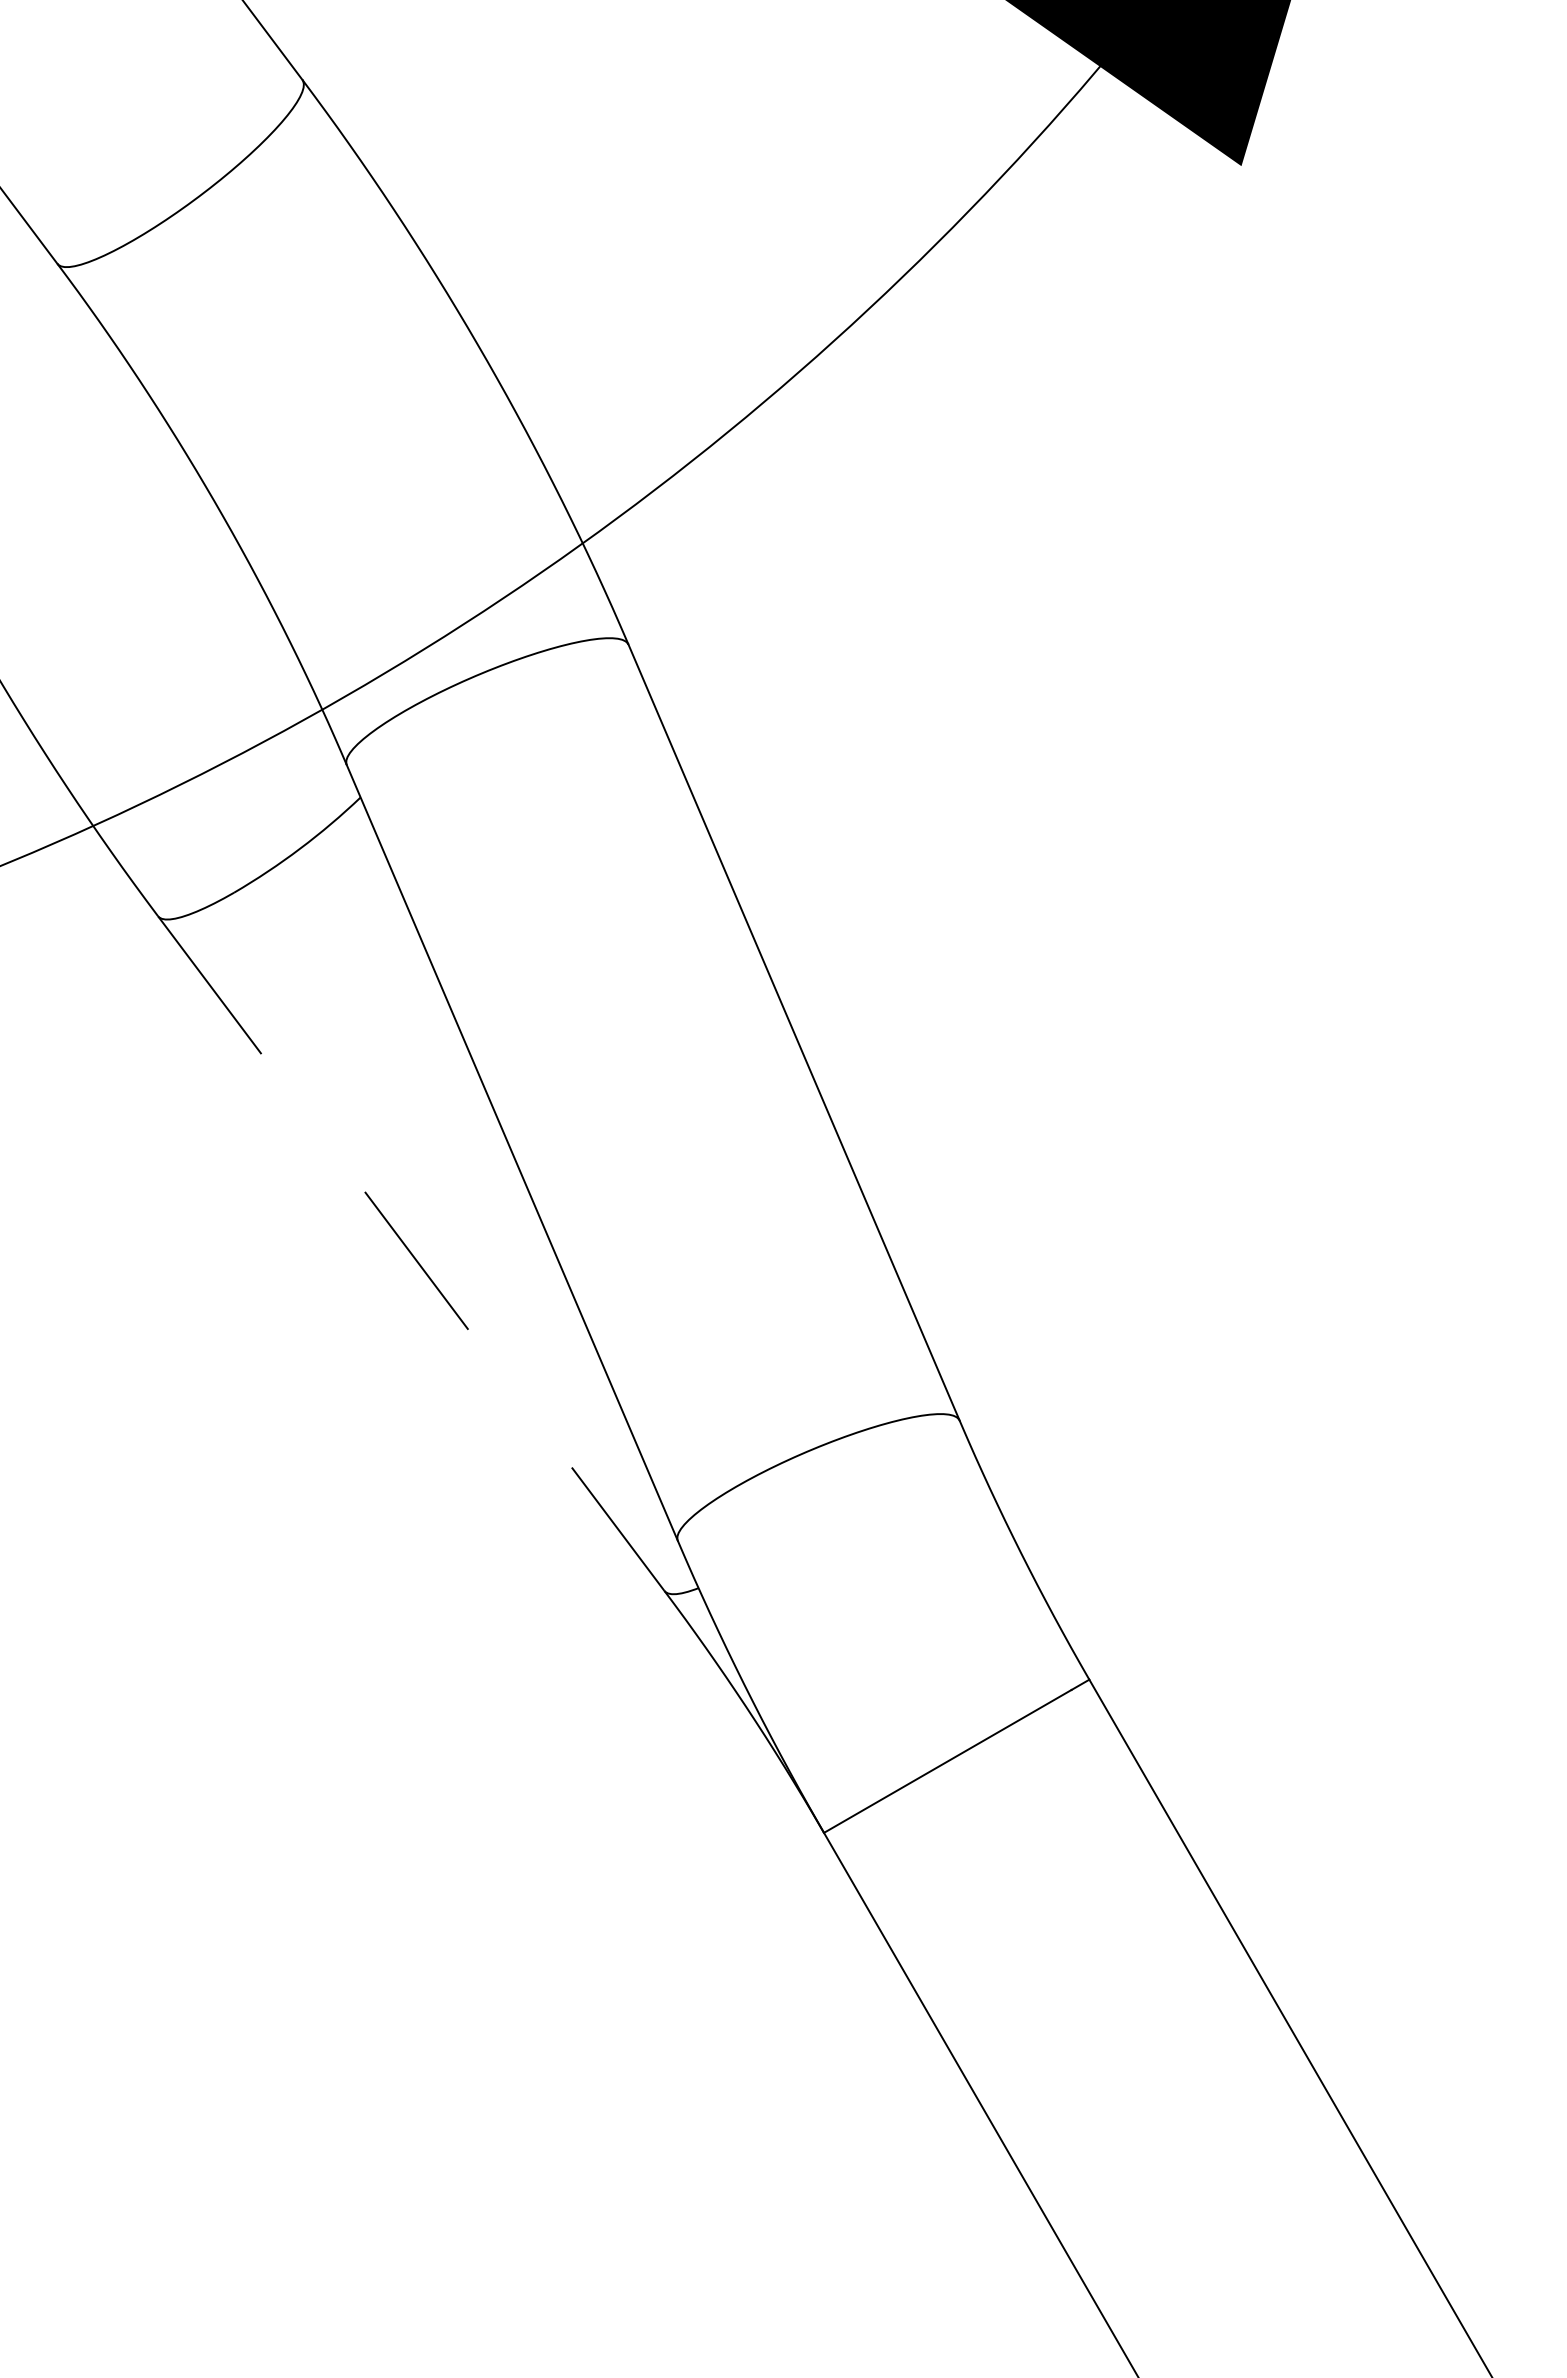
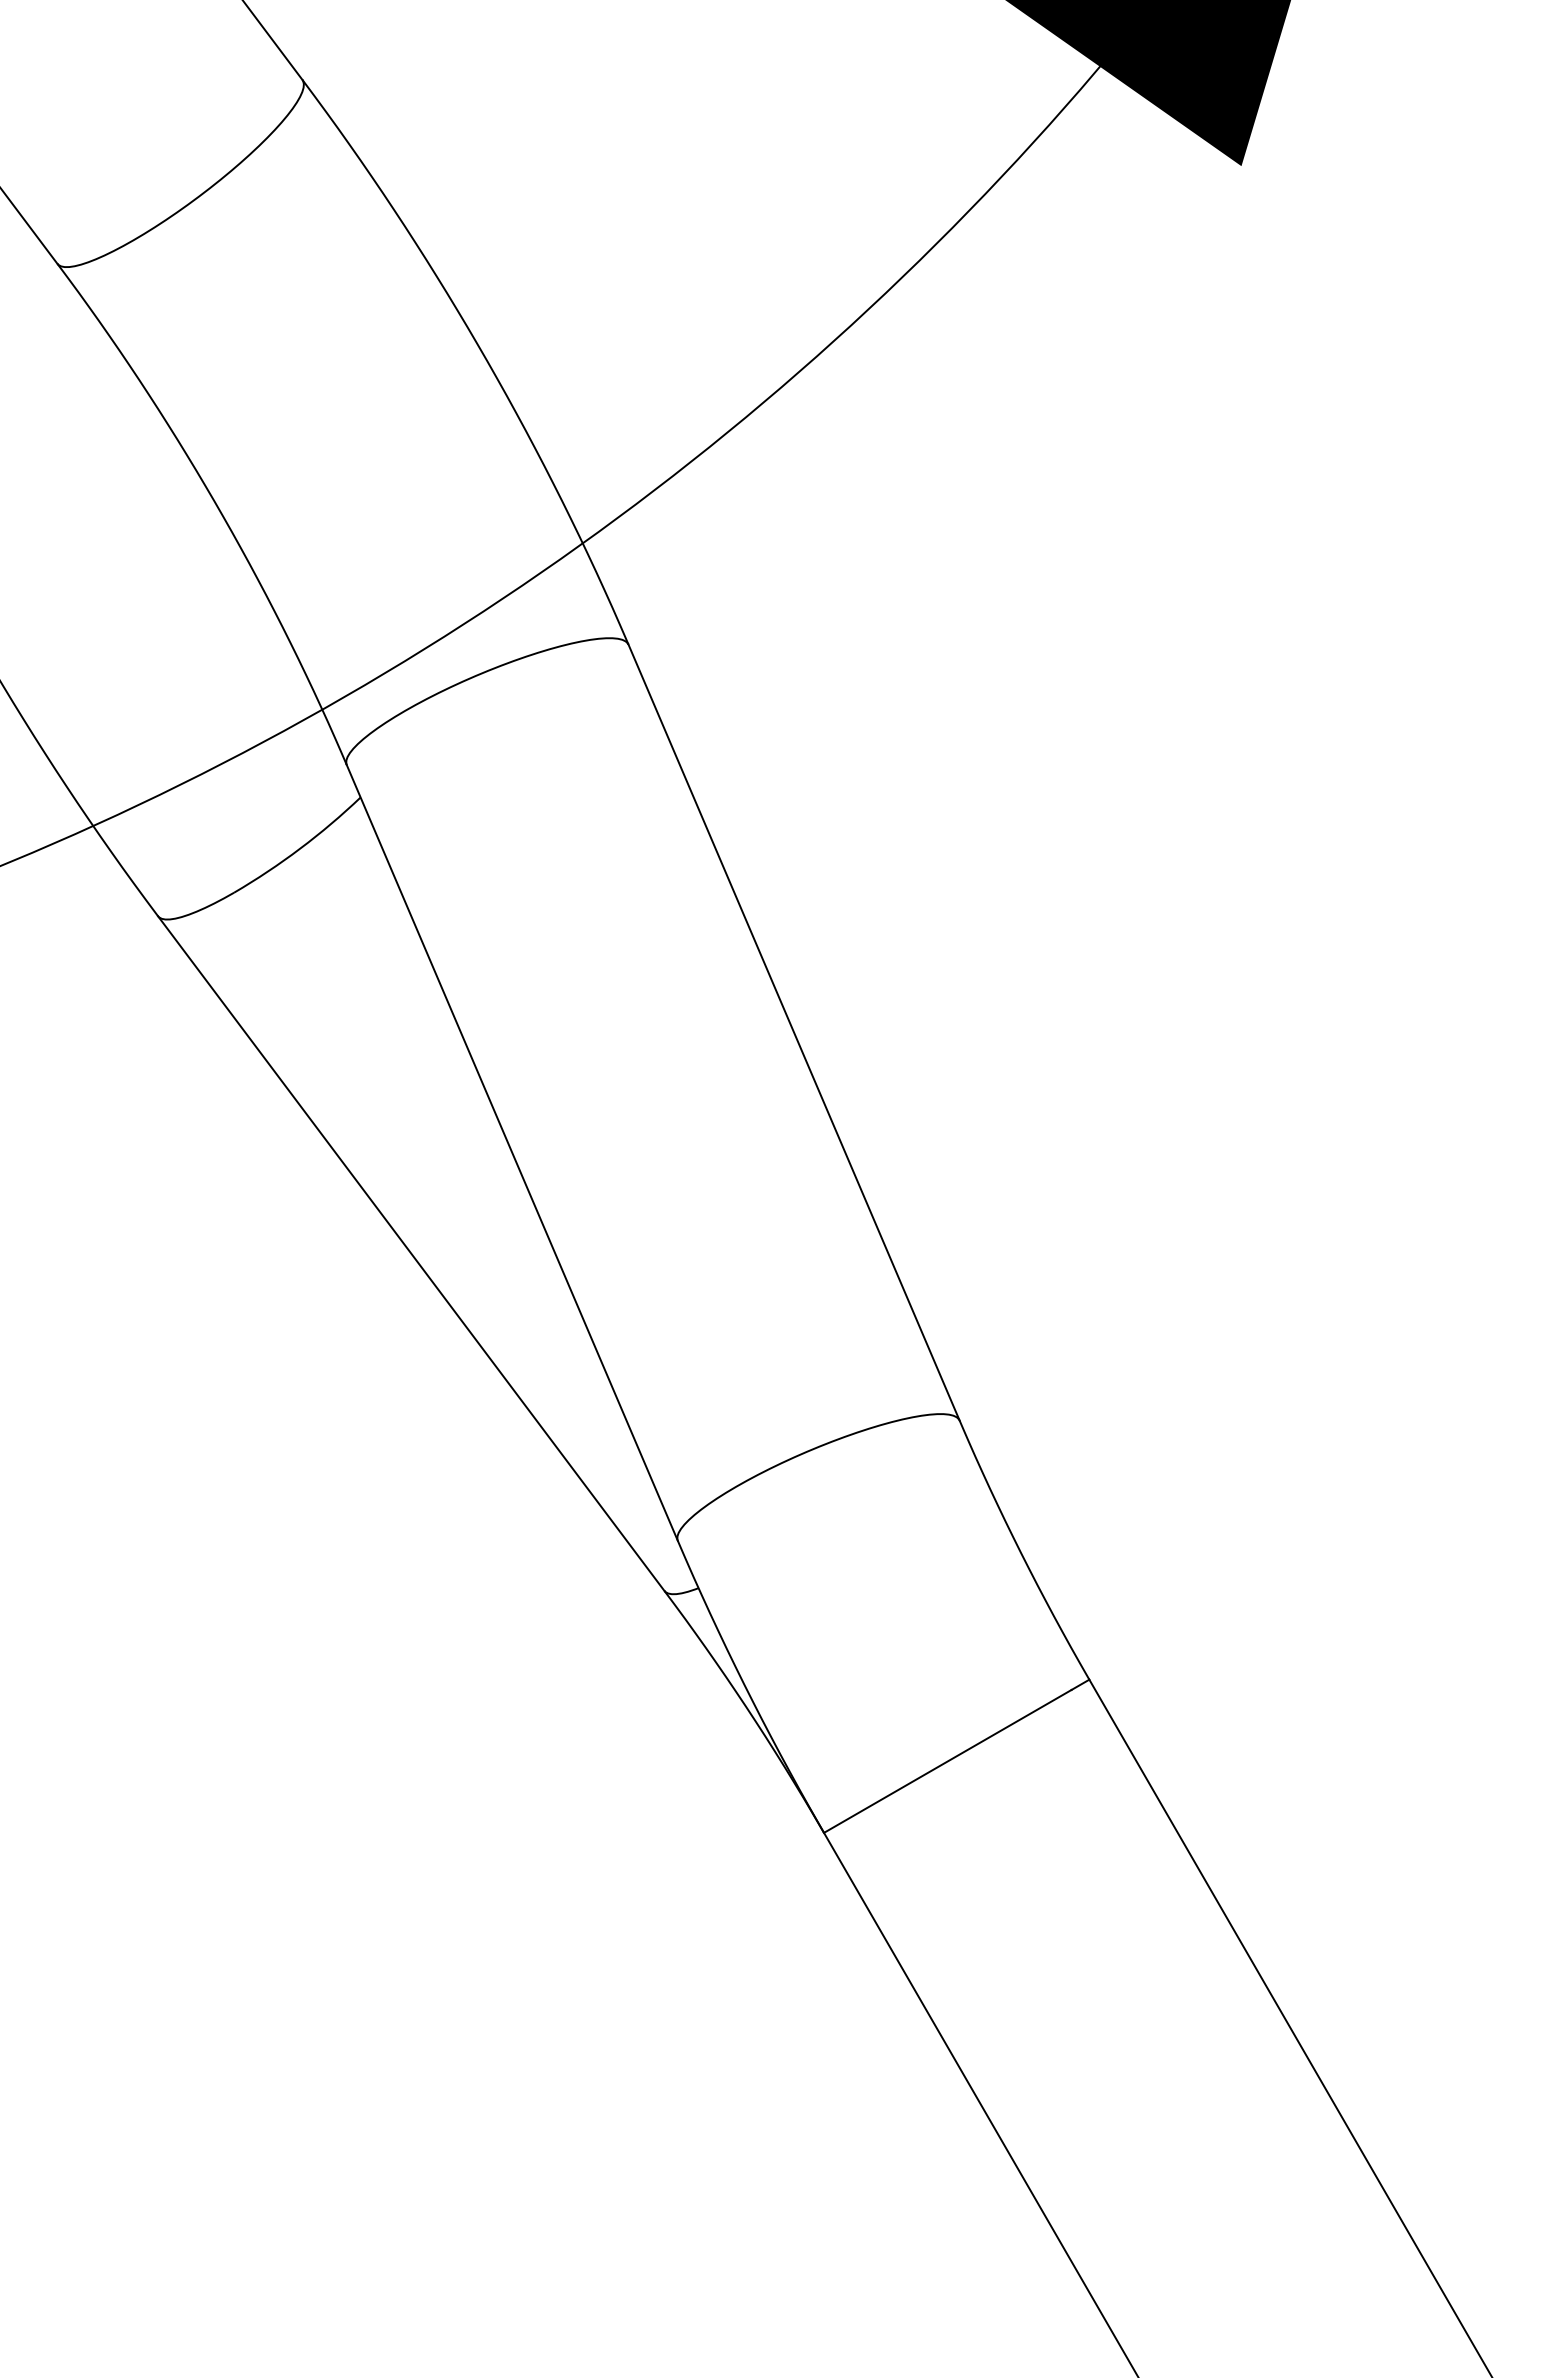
line at (411, 1253): dashed -> solid
